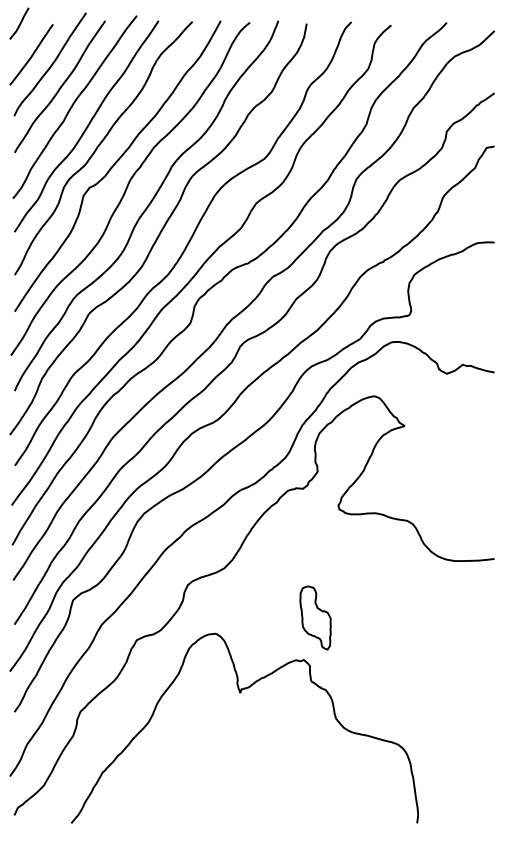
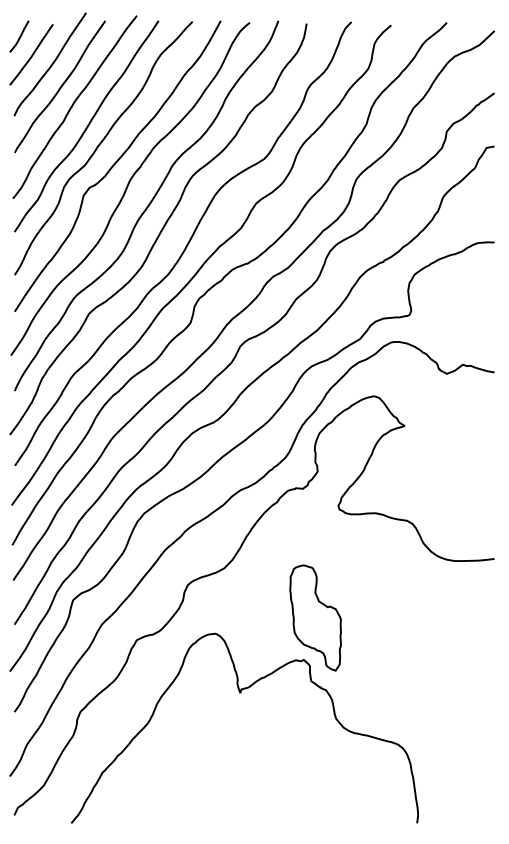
curve at (19, 23) position: (19, 23) -> (19, 36)
part at (315, 617) size: 33x66 px -> 53x108 px
